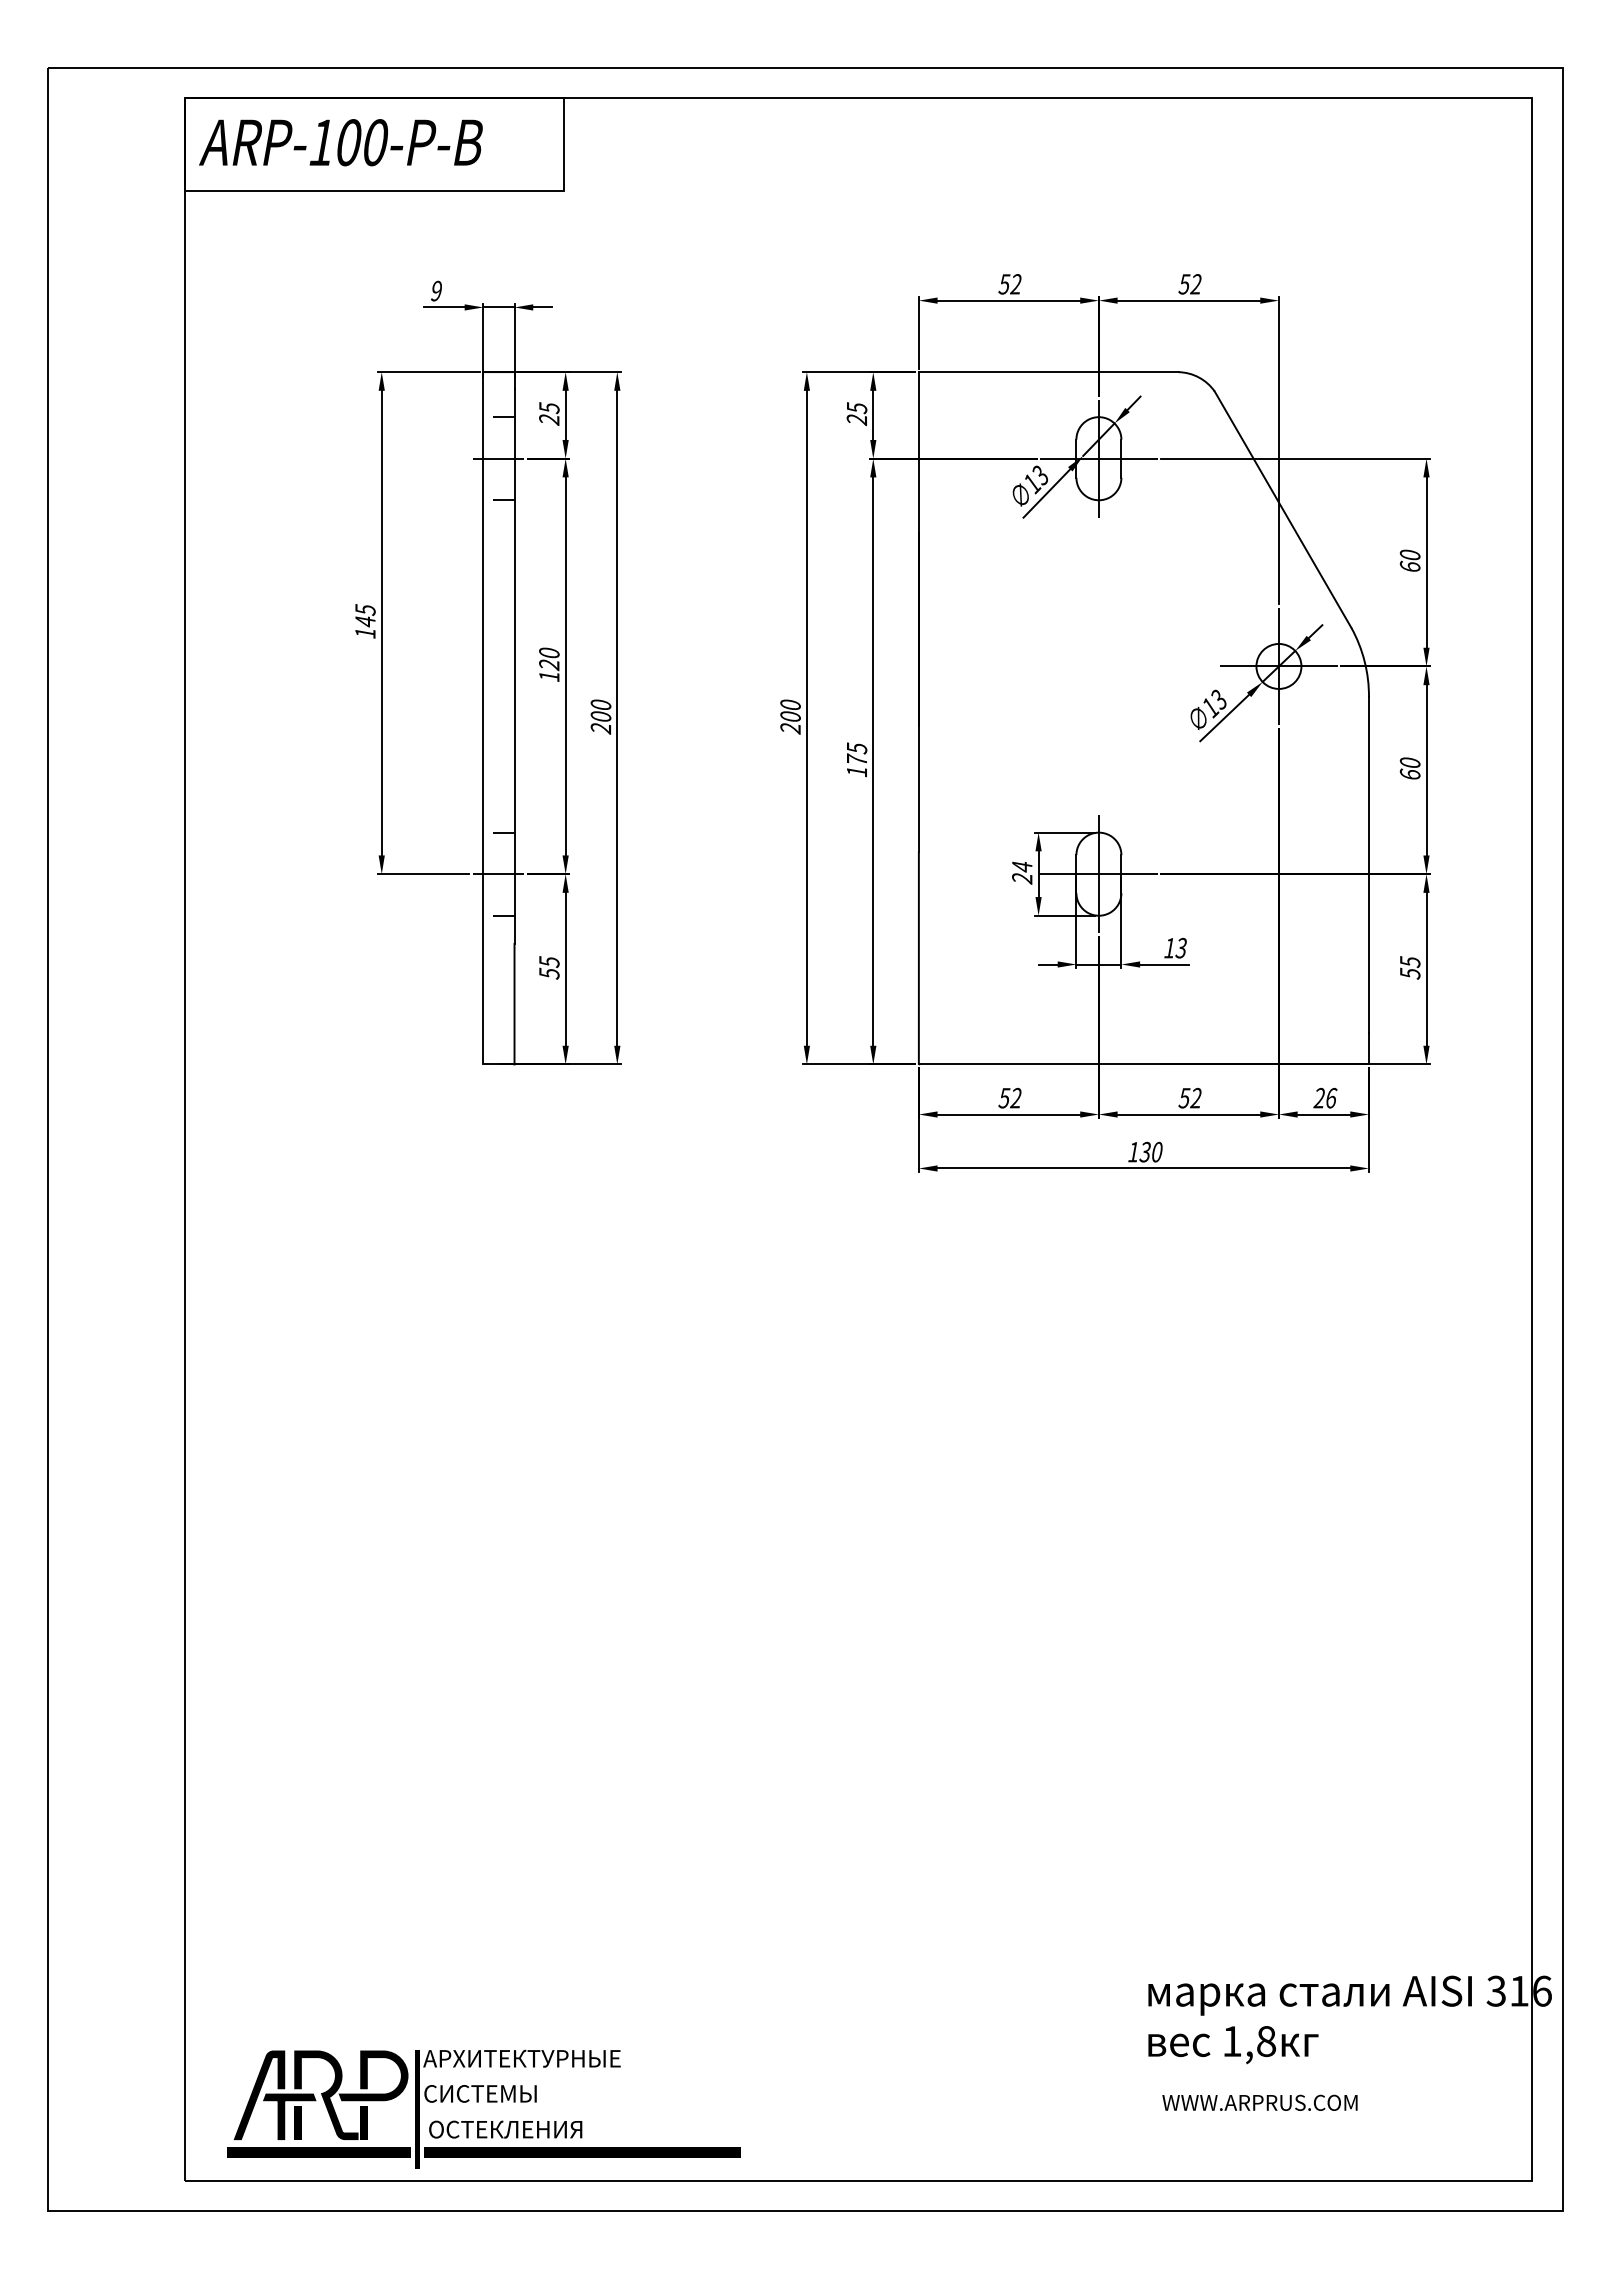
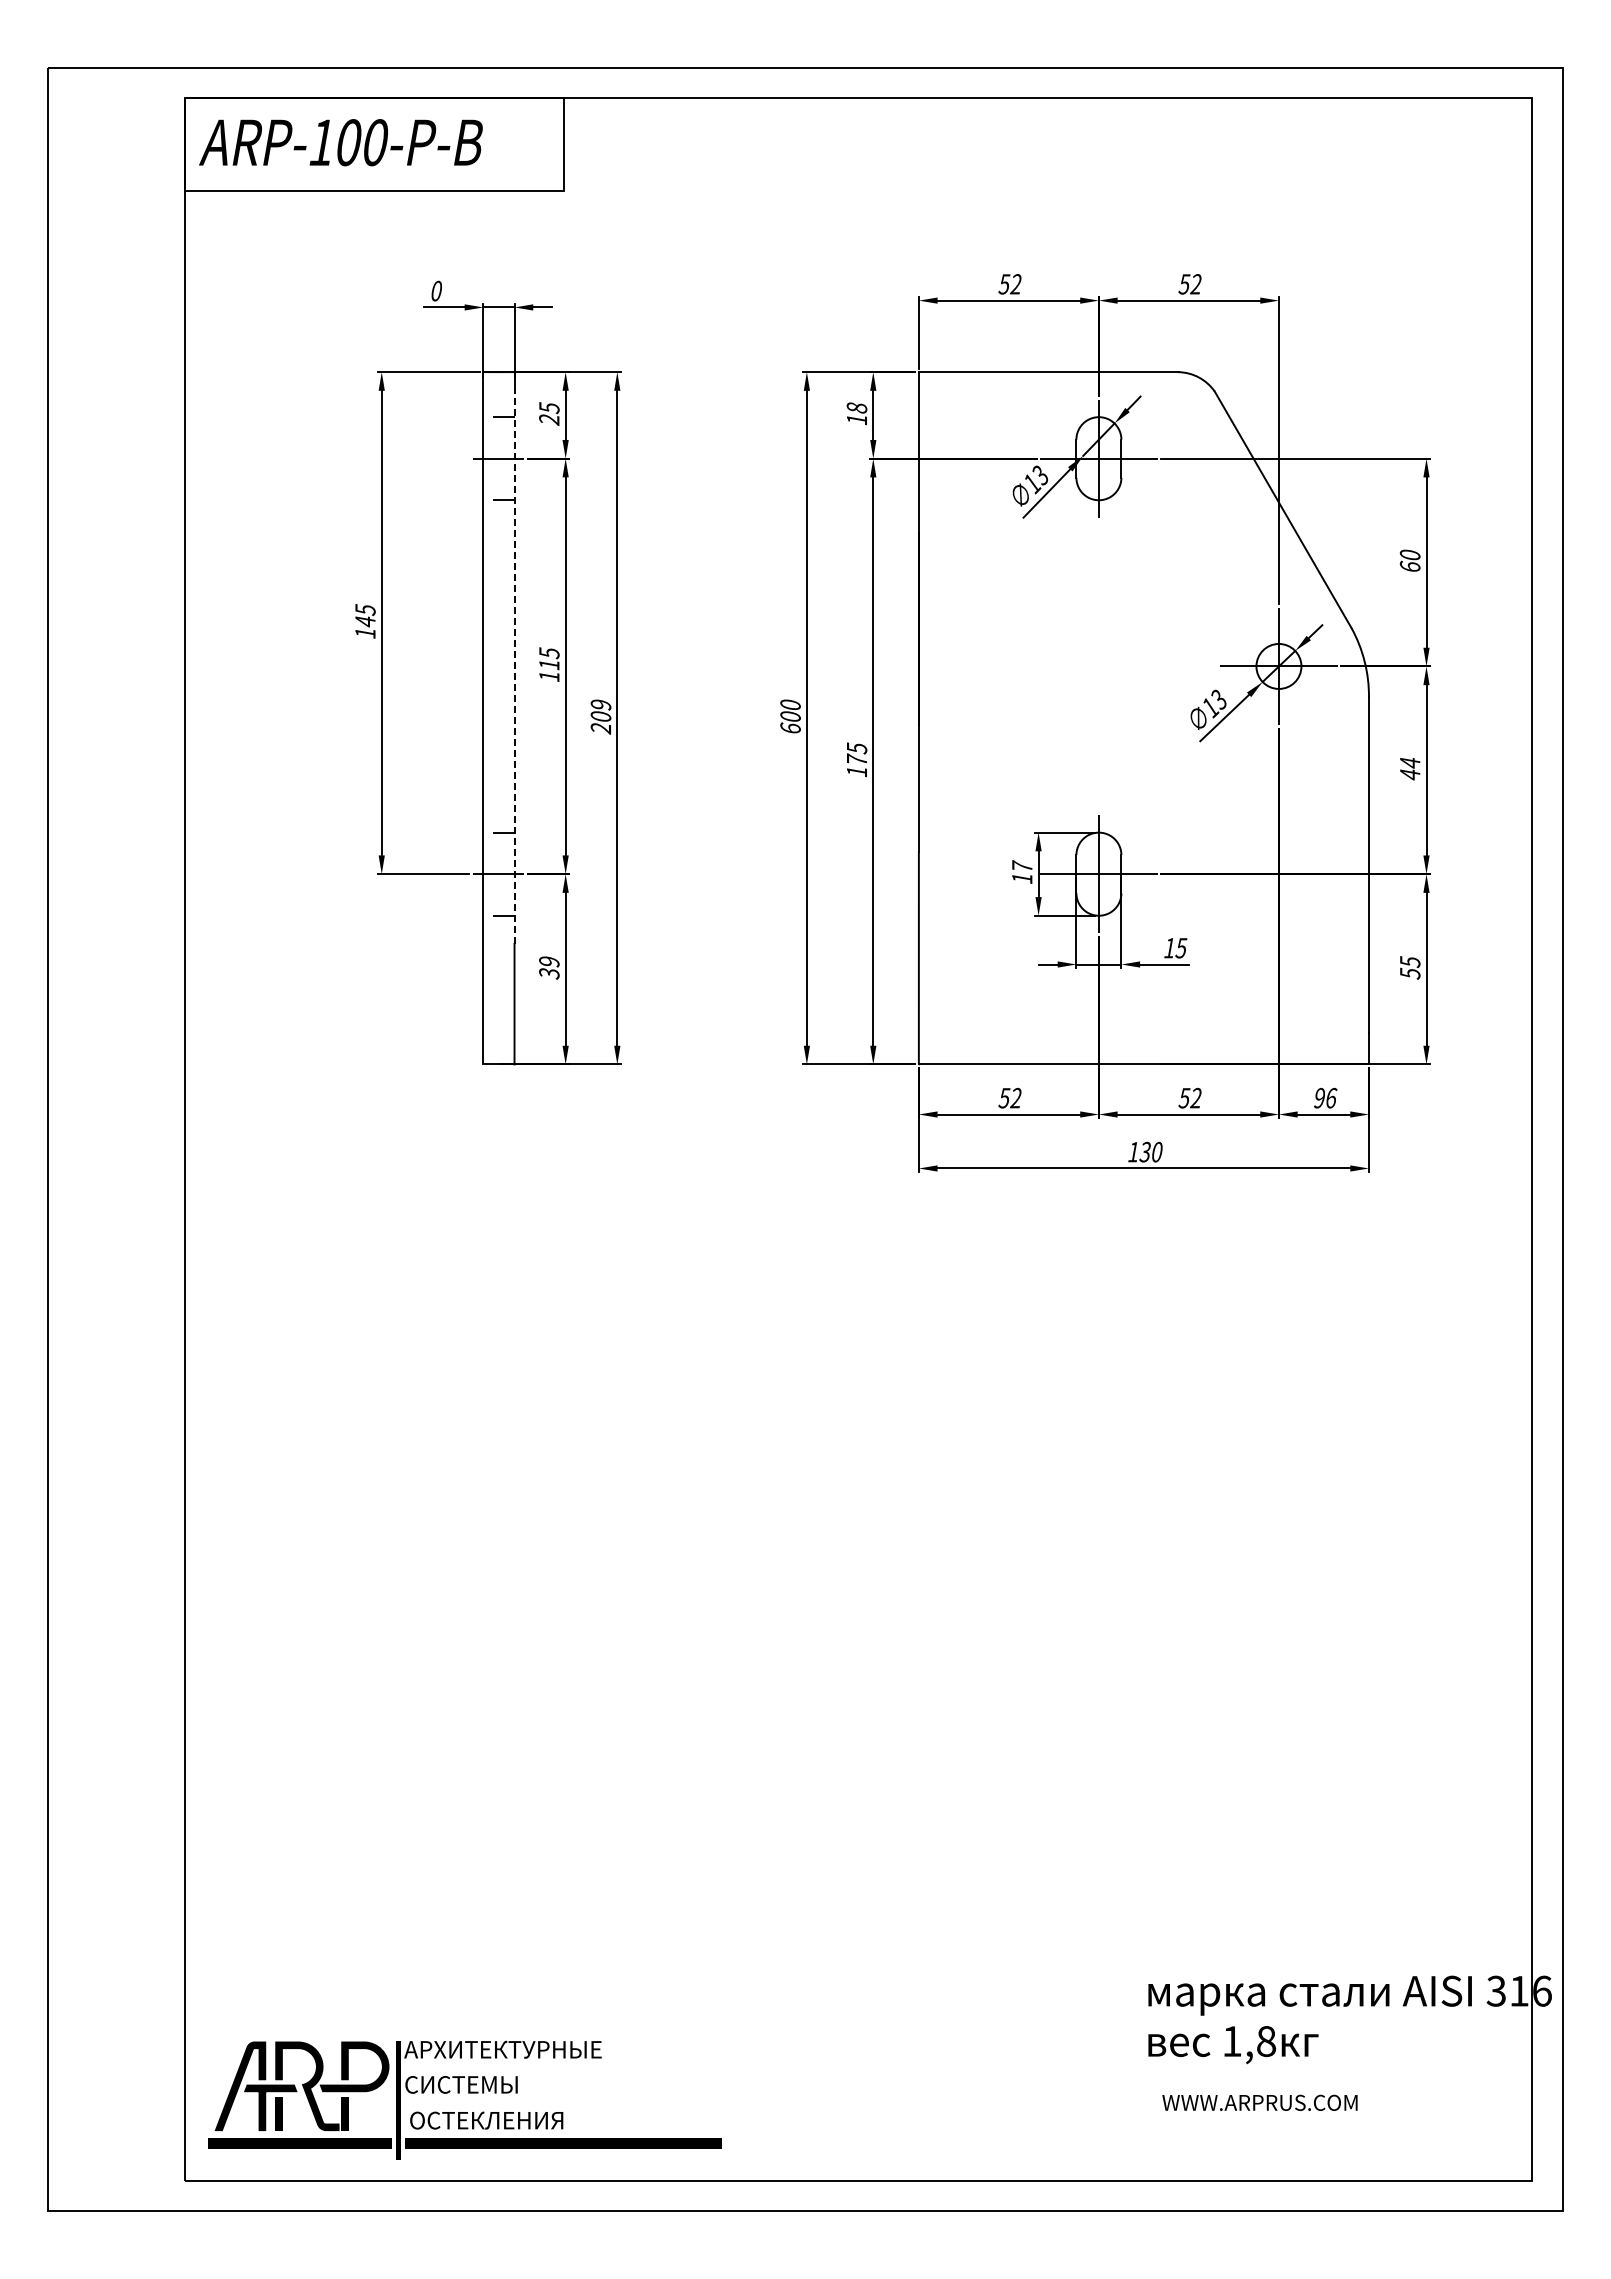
text at (436, 291): 9 -> 0
text at (856, 414): 25 -> 18
text at (549, 659): 120 -> 115
line at (514, 666): solid -> dashed
text at (600, 704): 200 -> 209
text at (790, 728): 200 -> 600
text at (1409, 768): 60 -> 44
text at (1022, 872): 24 -> 17
text at (1182, 947): 13 -> 15
text at (549, 966): 55 -> 39
text at (1318, 1098): 26 -> 96
text at (483, 2108) position: (483, 2108) -> (464, 2099)
